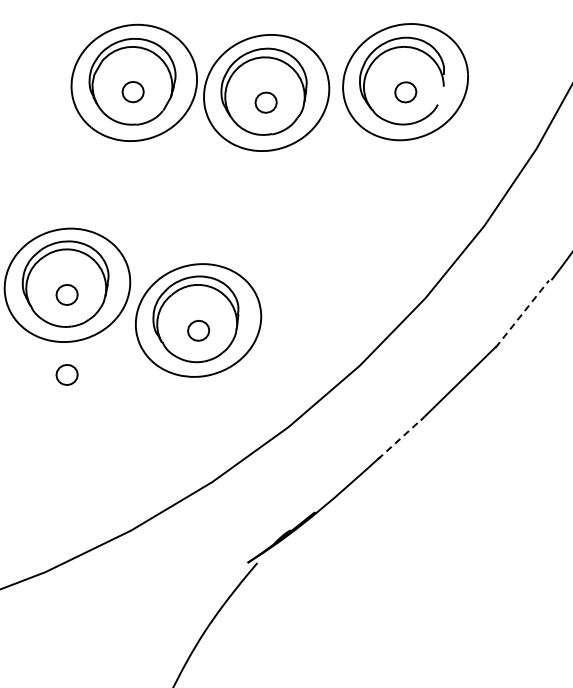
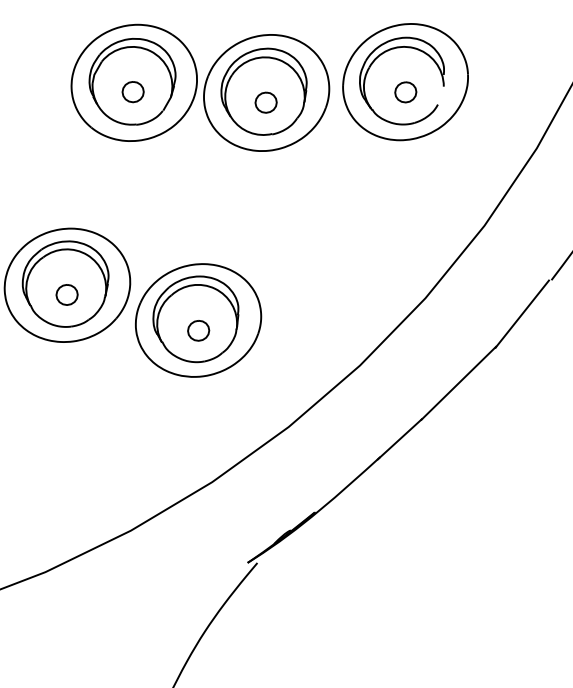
line at (522, 314): dashed -> solid
part at (66, 374): present -> none
line at (399, 439): dashed -> solid
